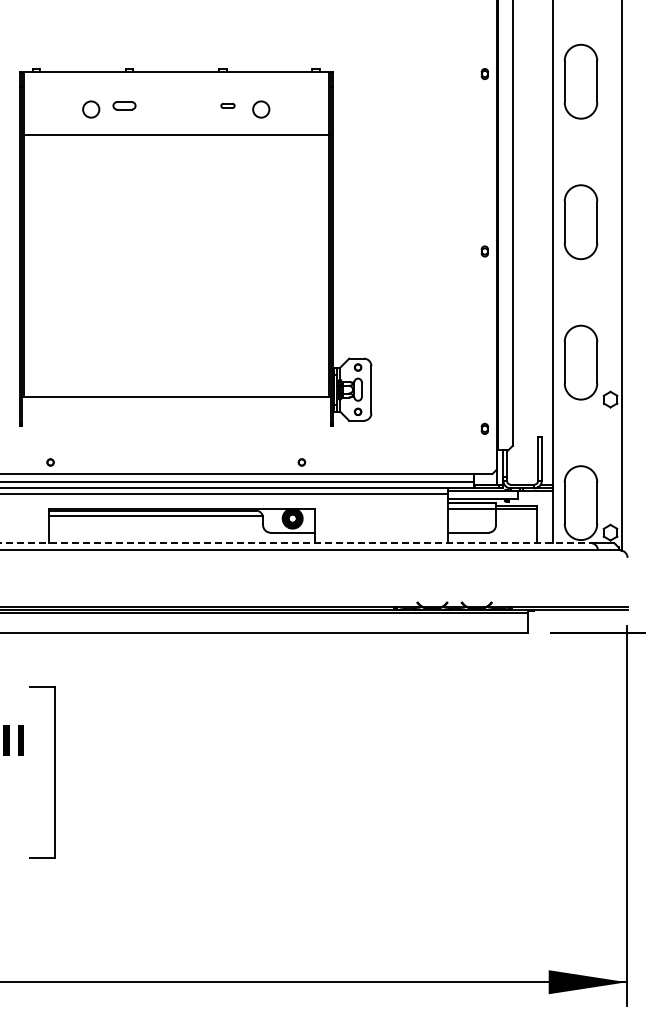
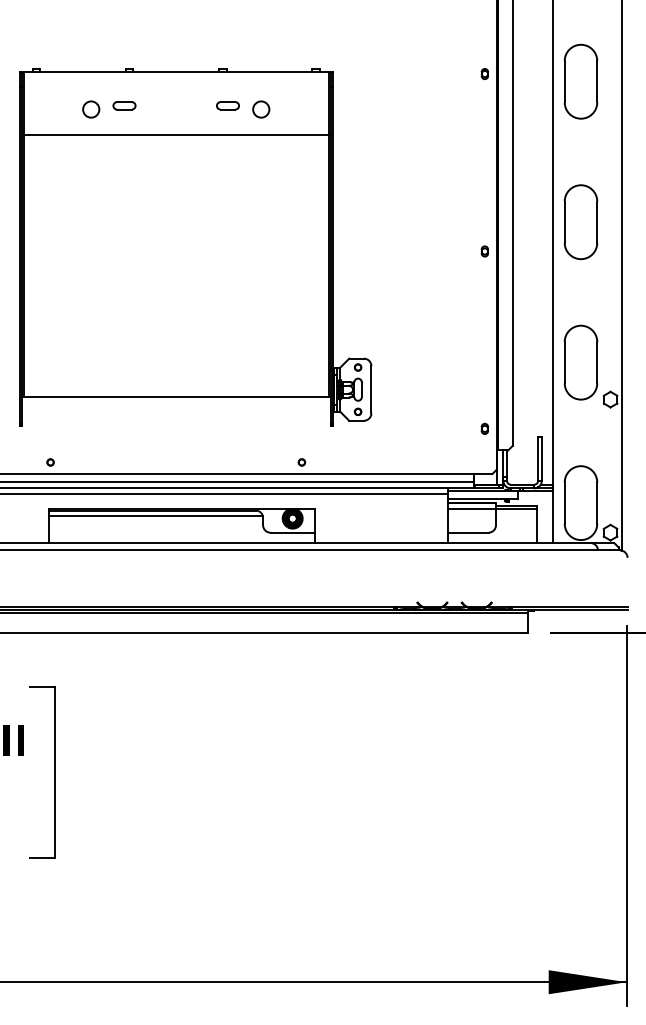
part at (227, 105) size: 16x6 px -> 24x10 px
line at (295, 543): dashed -> solid
